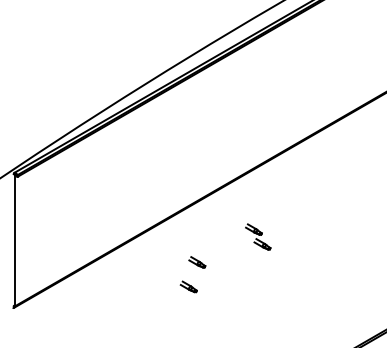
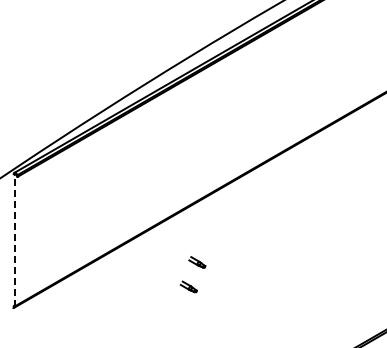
part at (258, 236): present -> none
line at (14, 240): solid -> dashed
